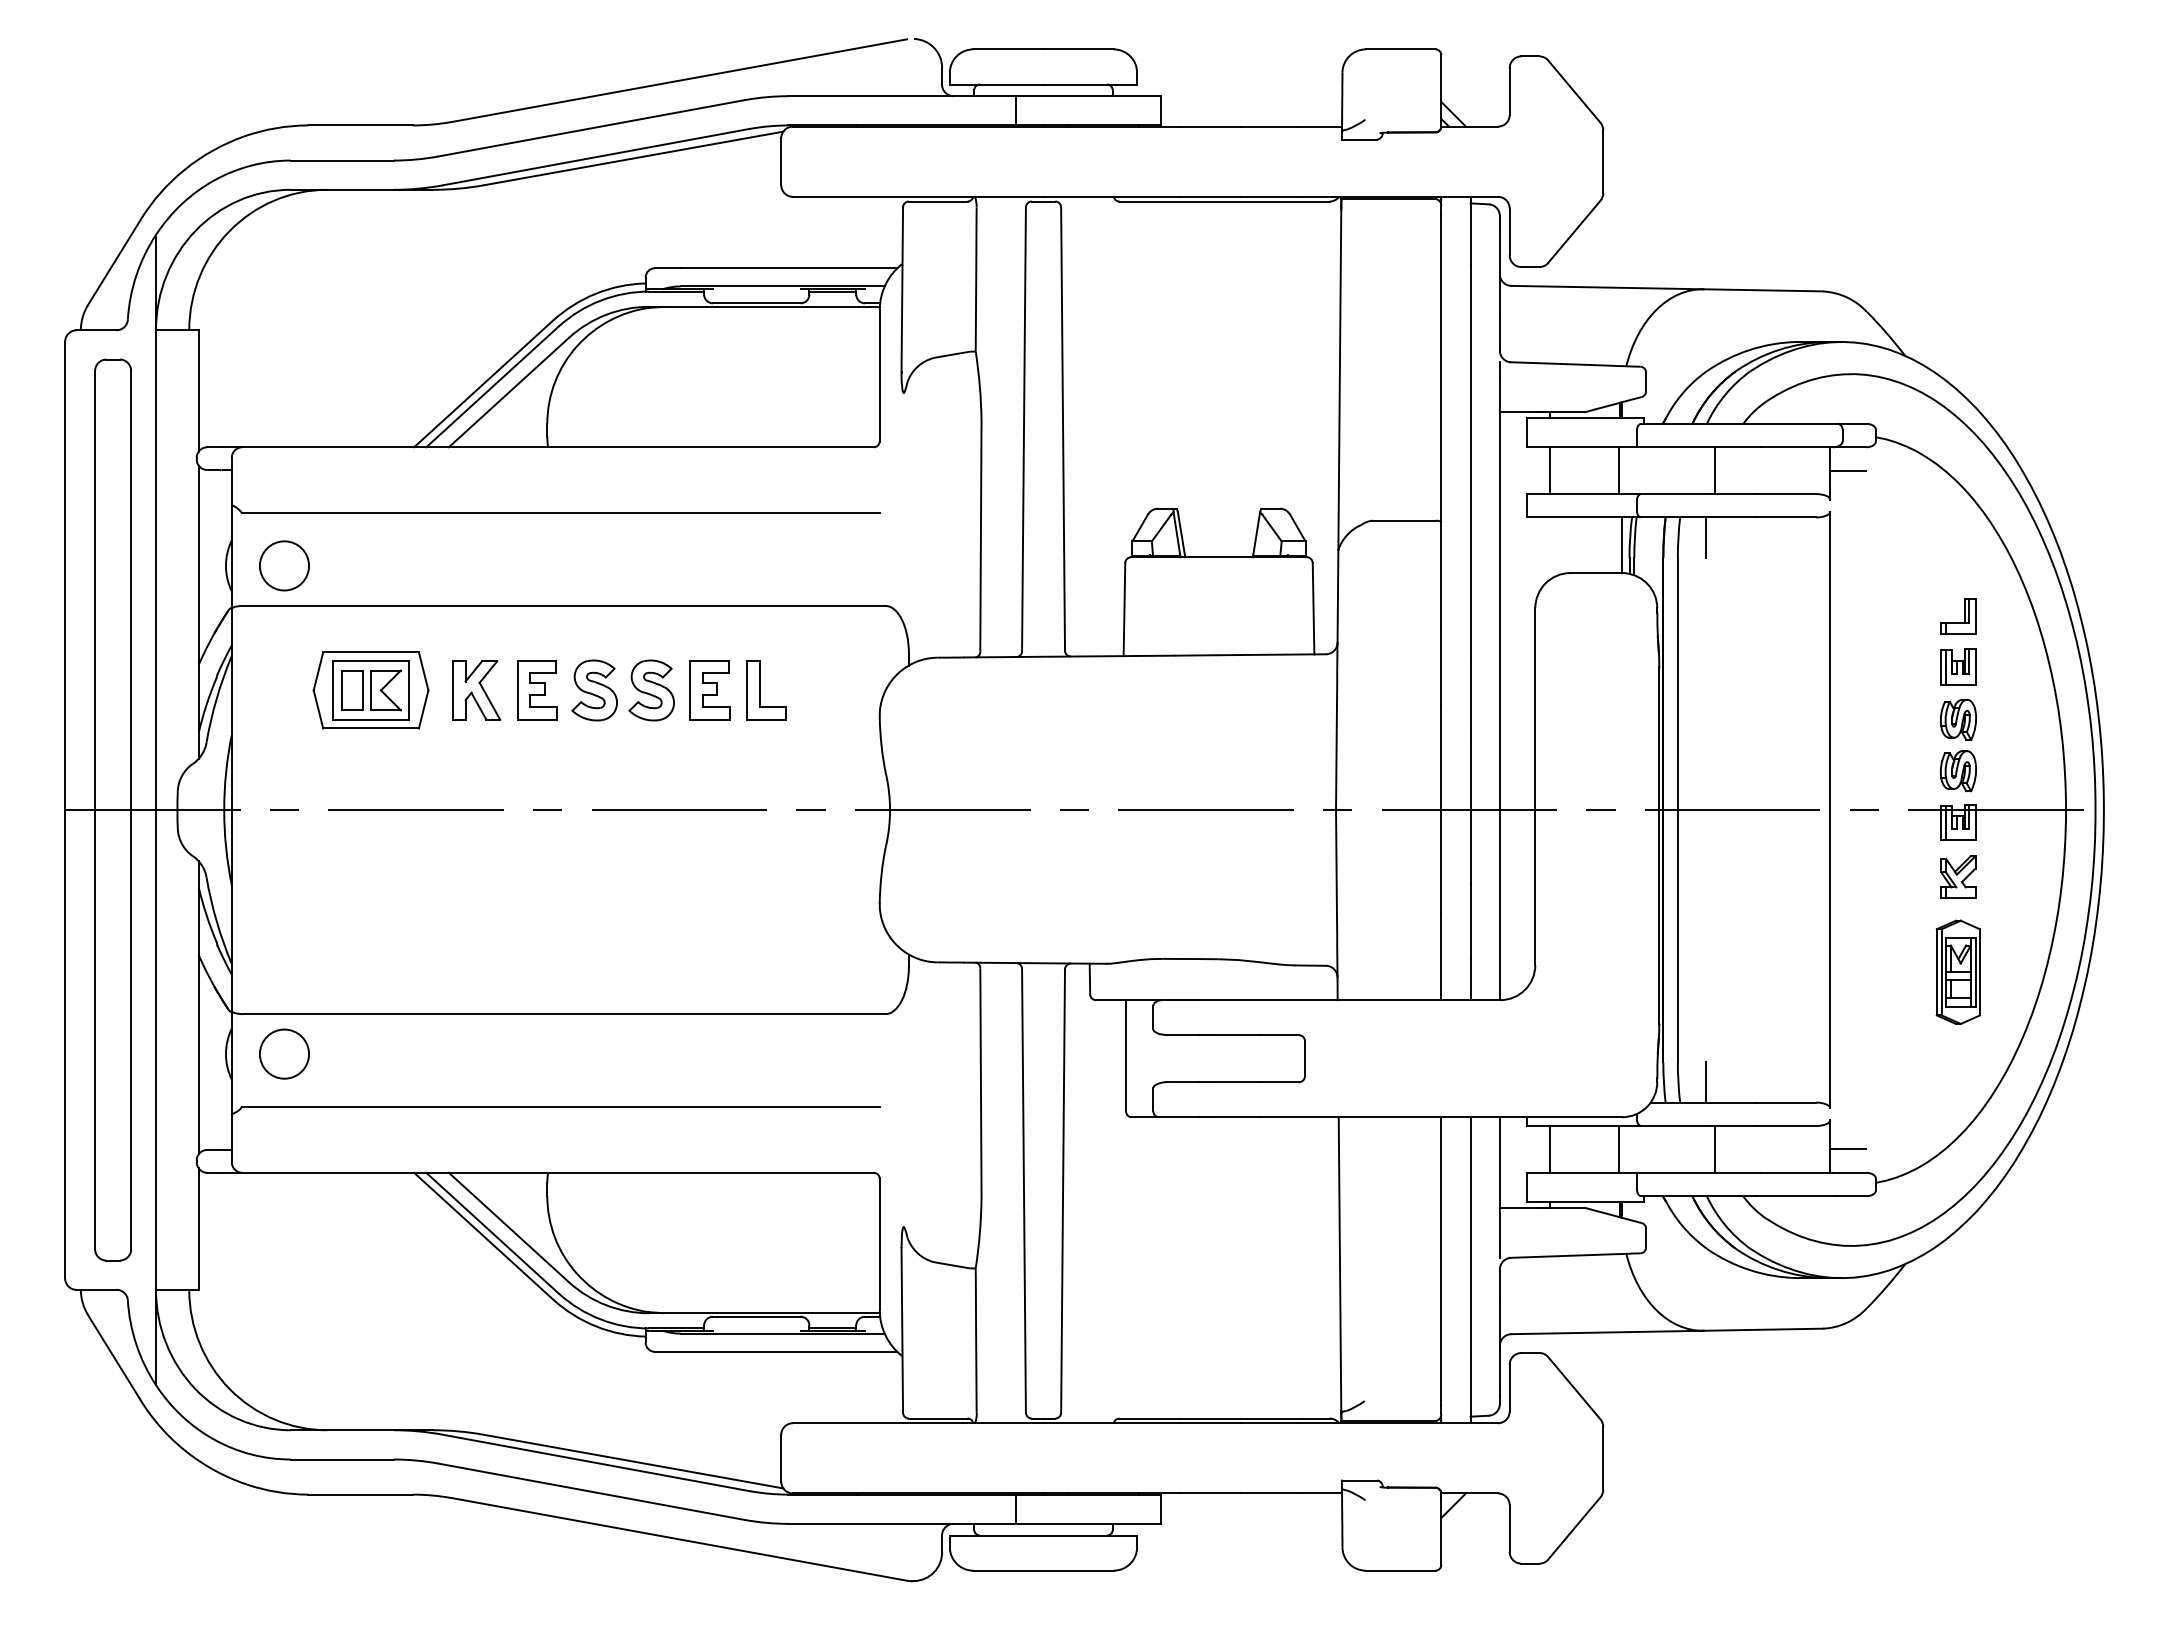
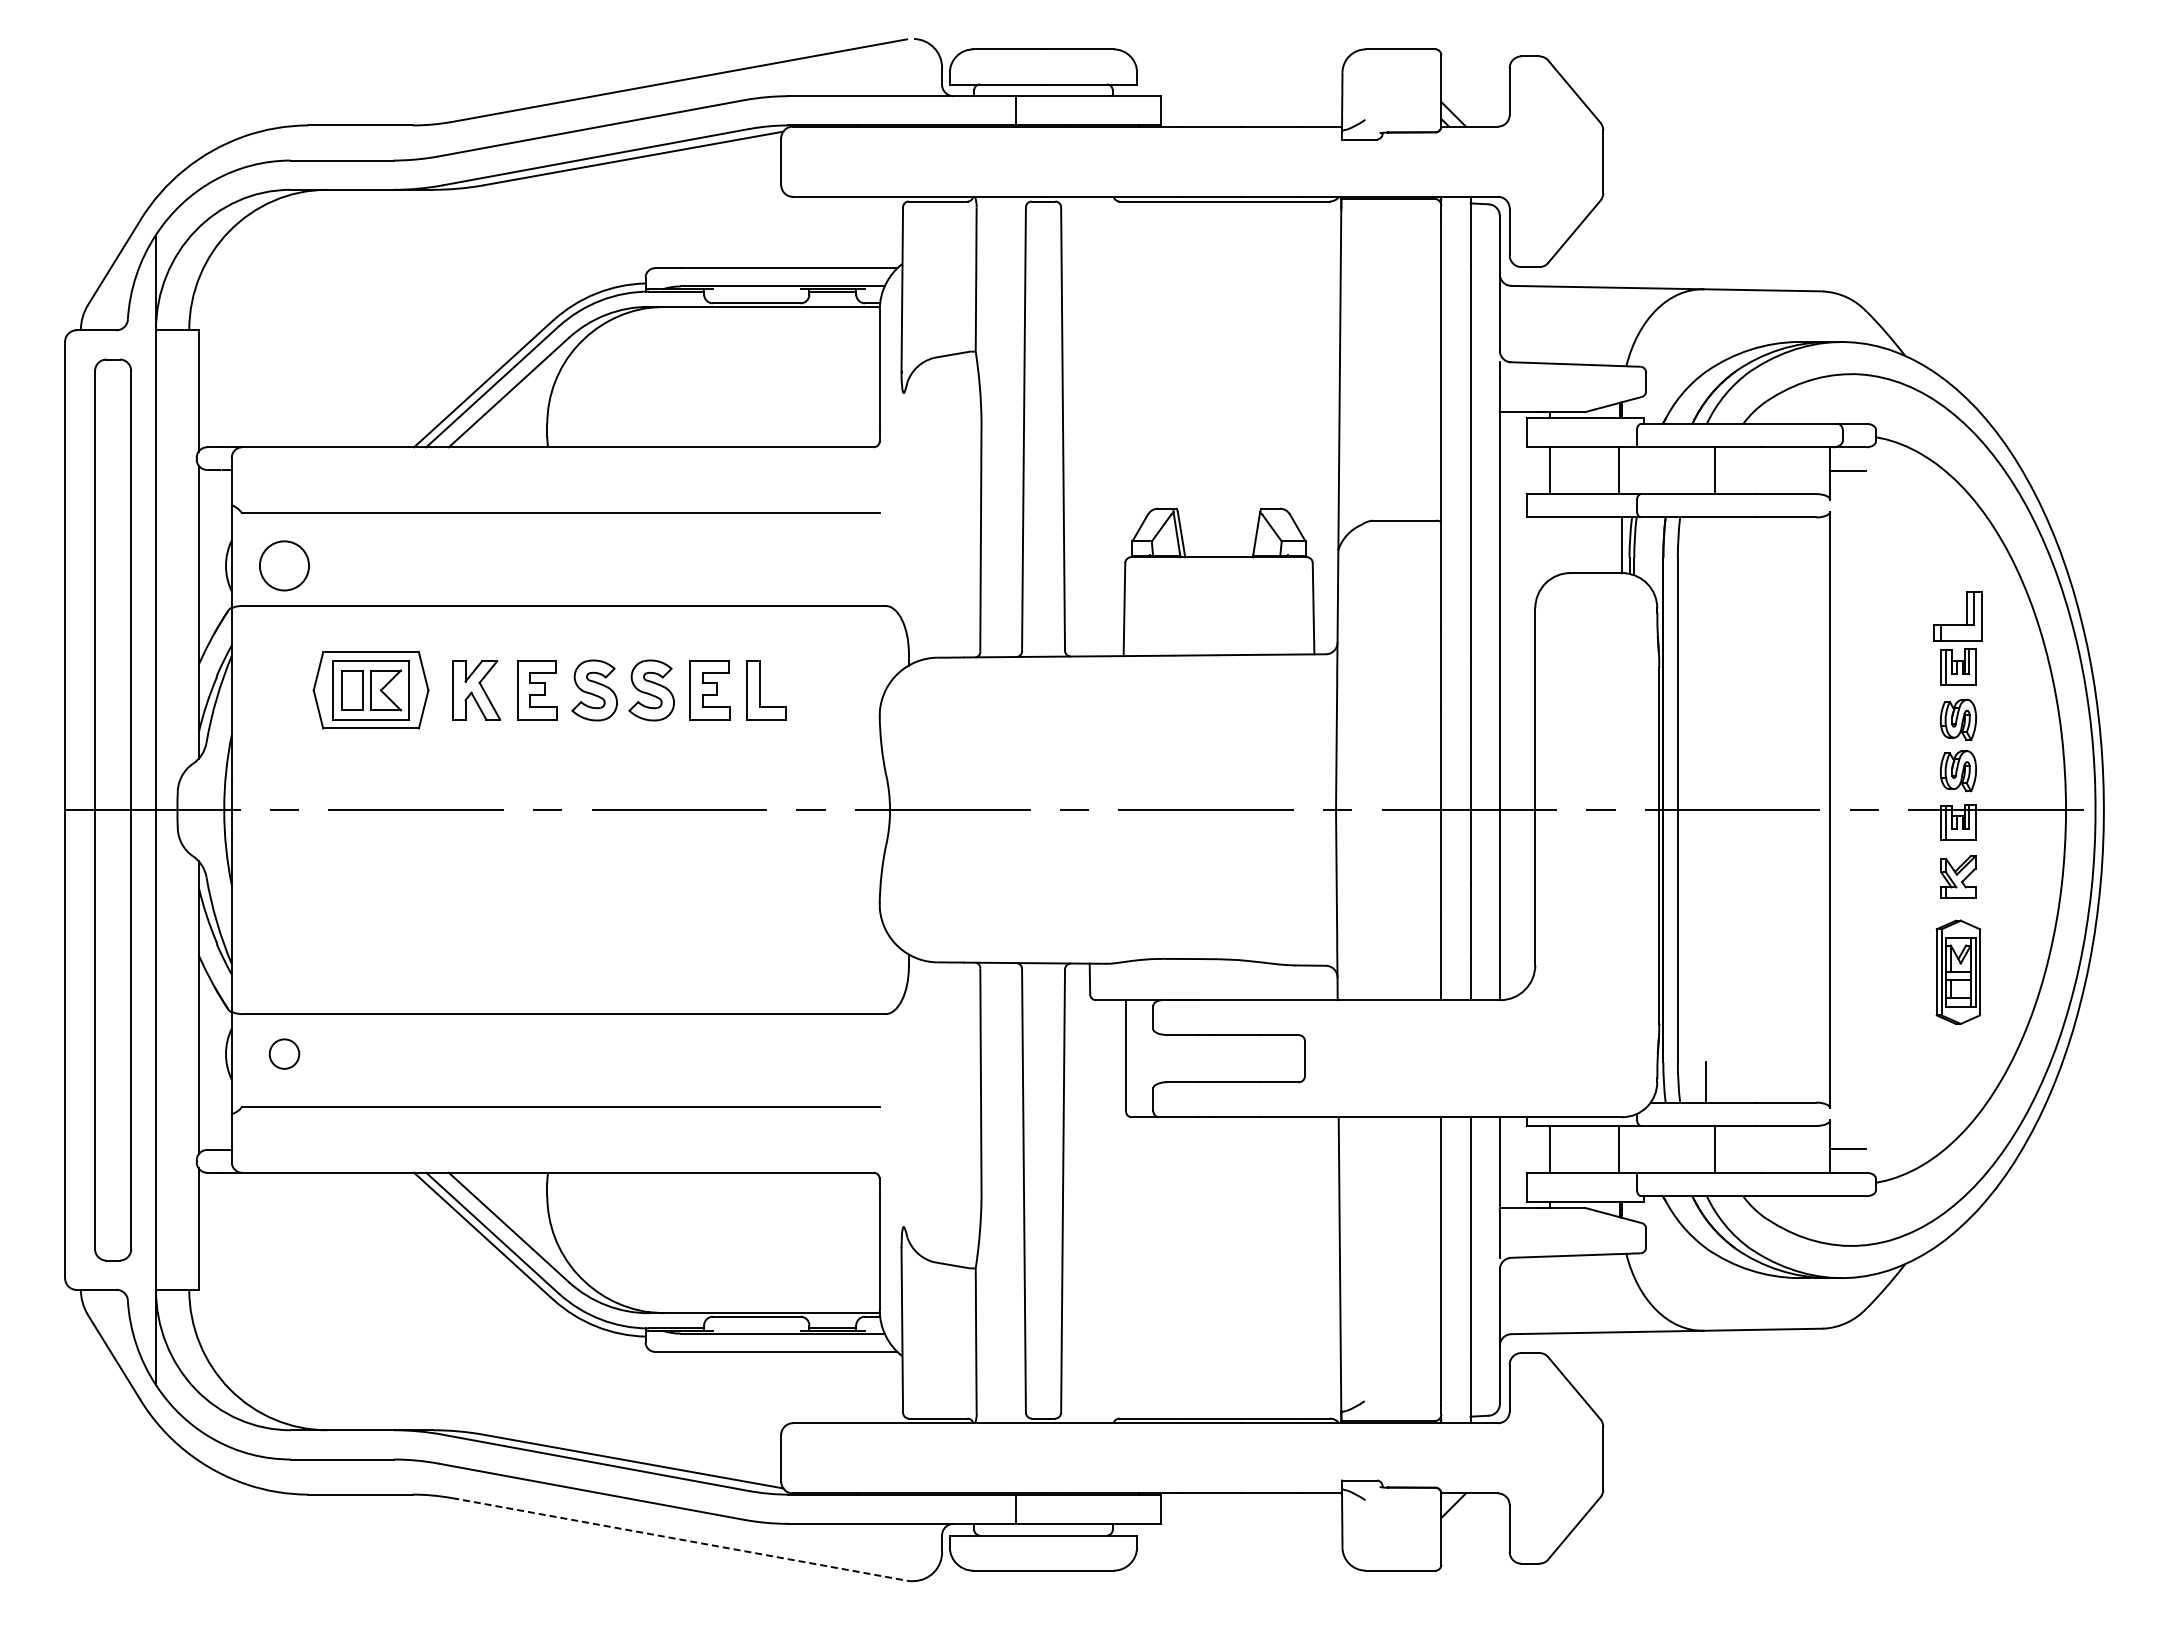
line at (1705, 537): present -> none
part at (1958, 616) size: 37x37 px -> 50x51 px
circle at (284, 1053) diameter: 49 px -> 29 px
line at (680, 1539): solid -> dashed
